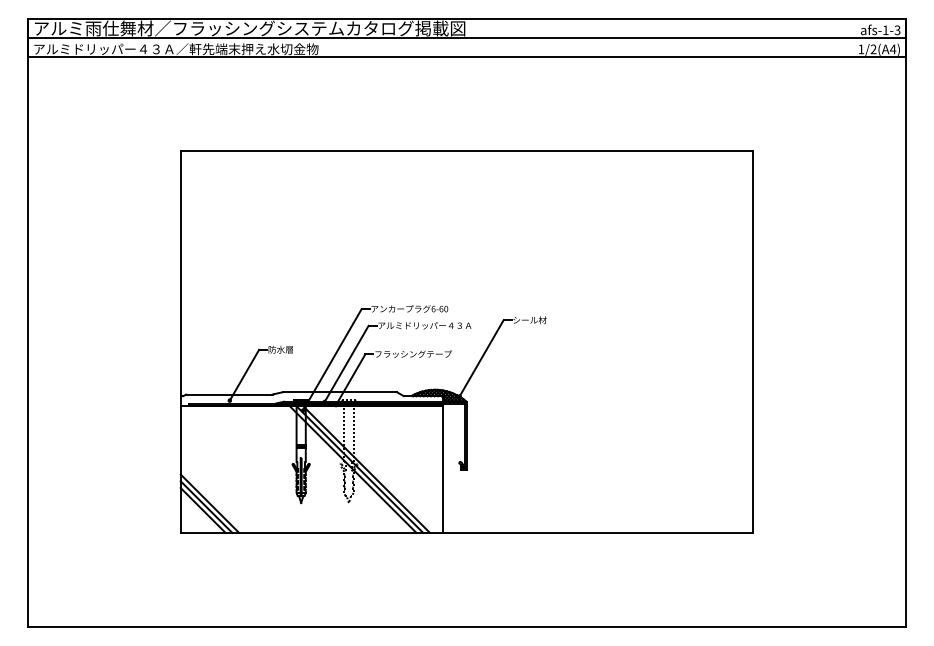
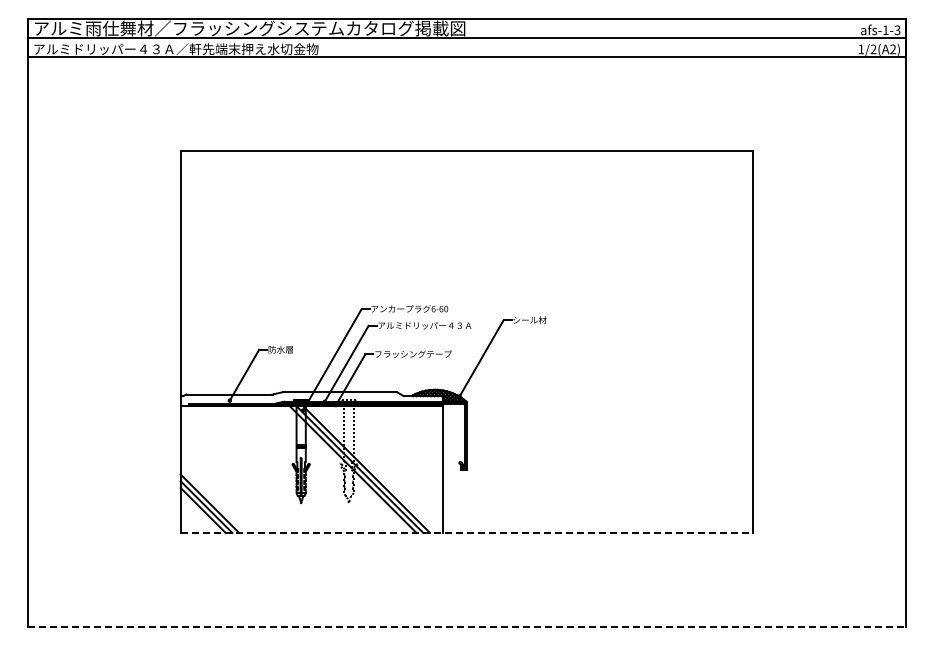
text at (893, 49): 1/2(A4) -> 1/2(A2)
line at (467, 532): solid -> dashed
line at (467, 626): solid -> dashed
